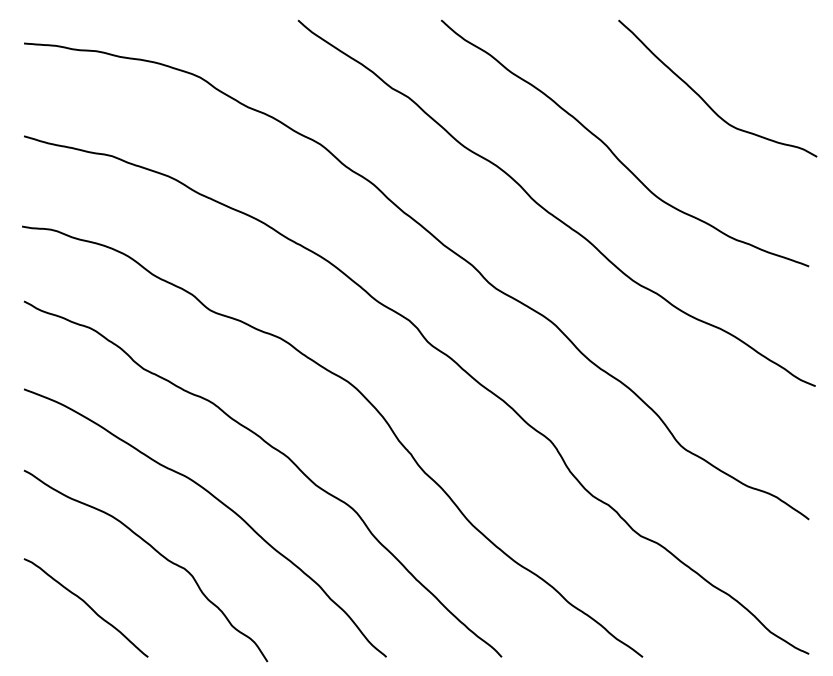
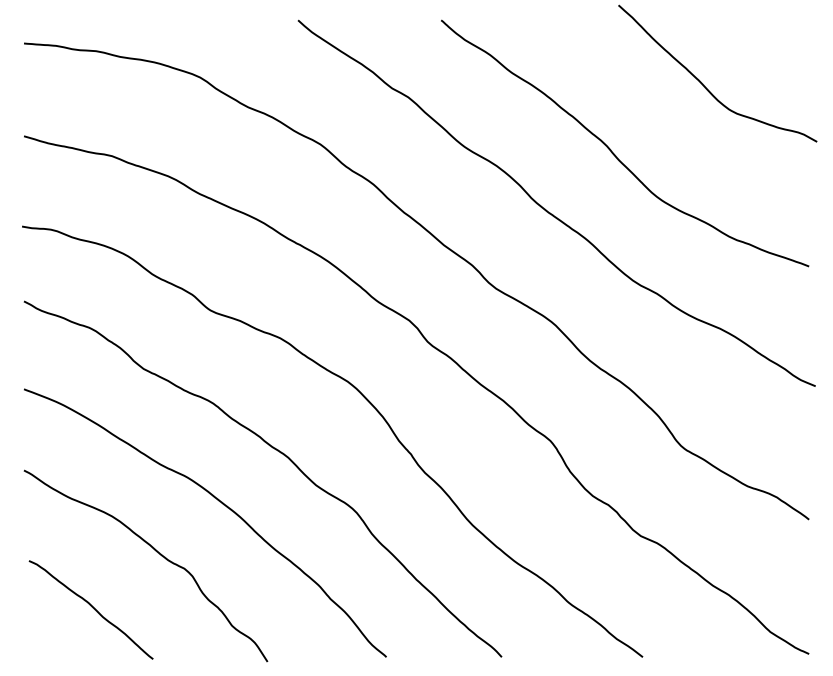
curve at (703, 98) position: (703, 98) -> (703, 83)
curve at (86, 605) position: (86, 605) -> (91, 607)
